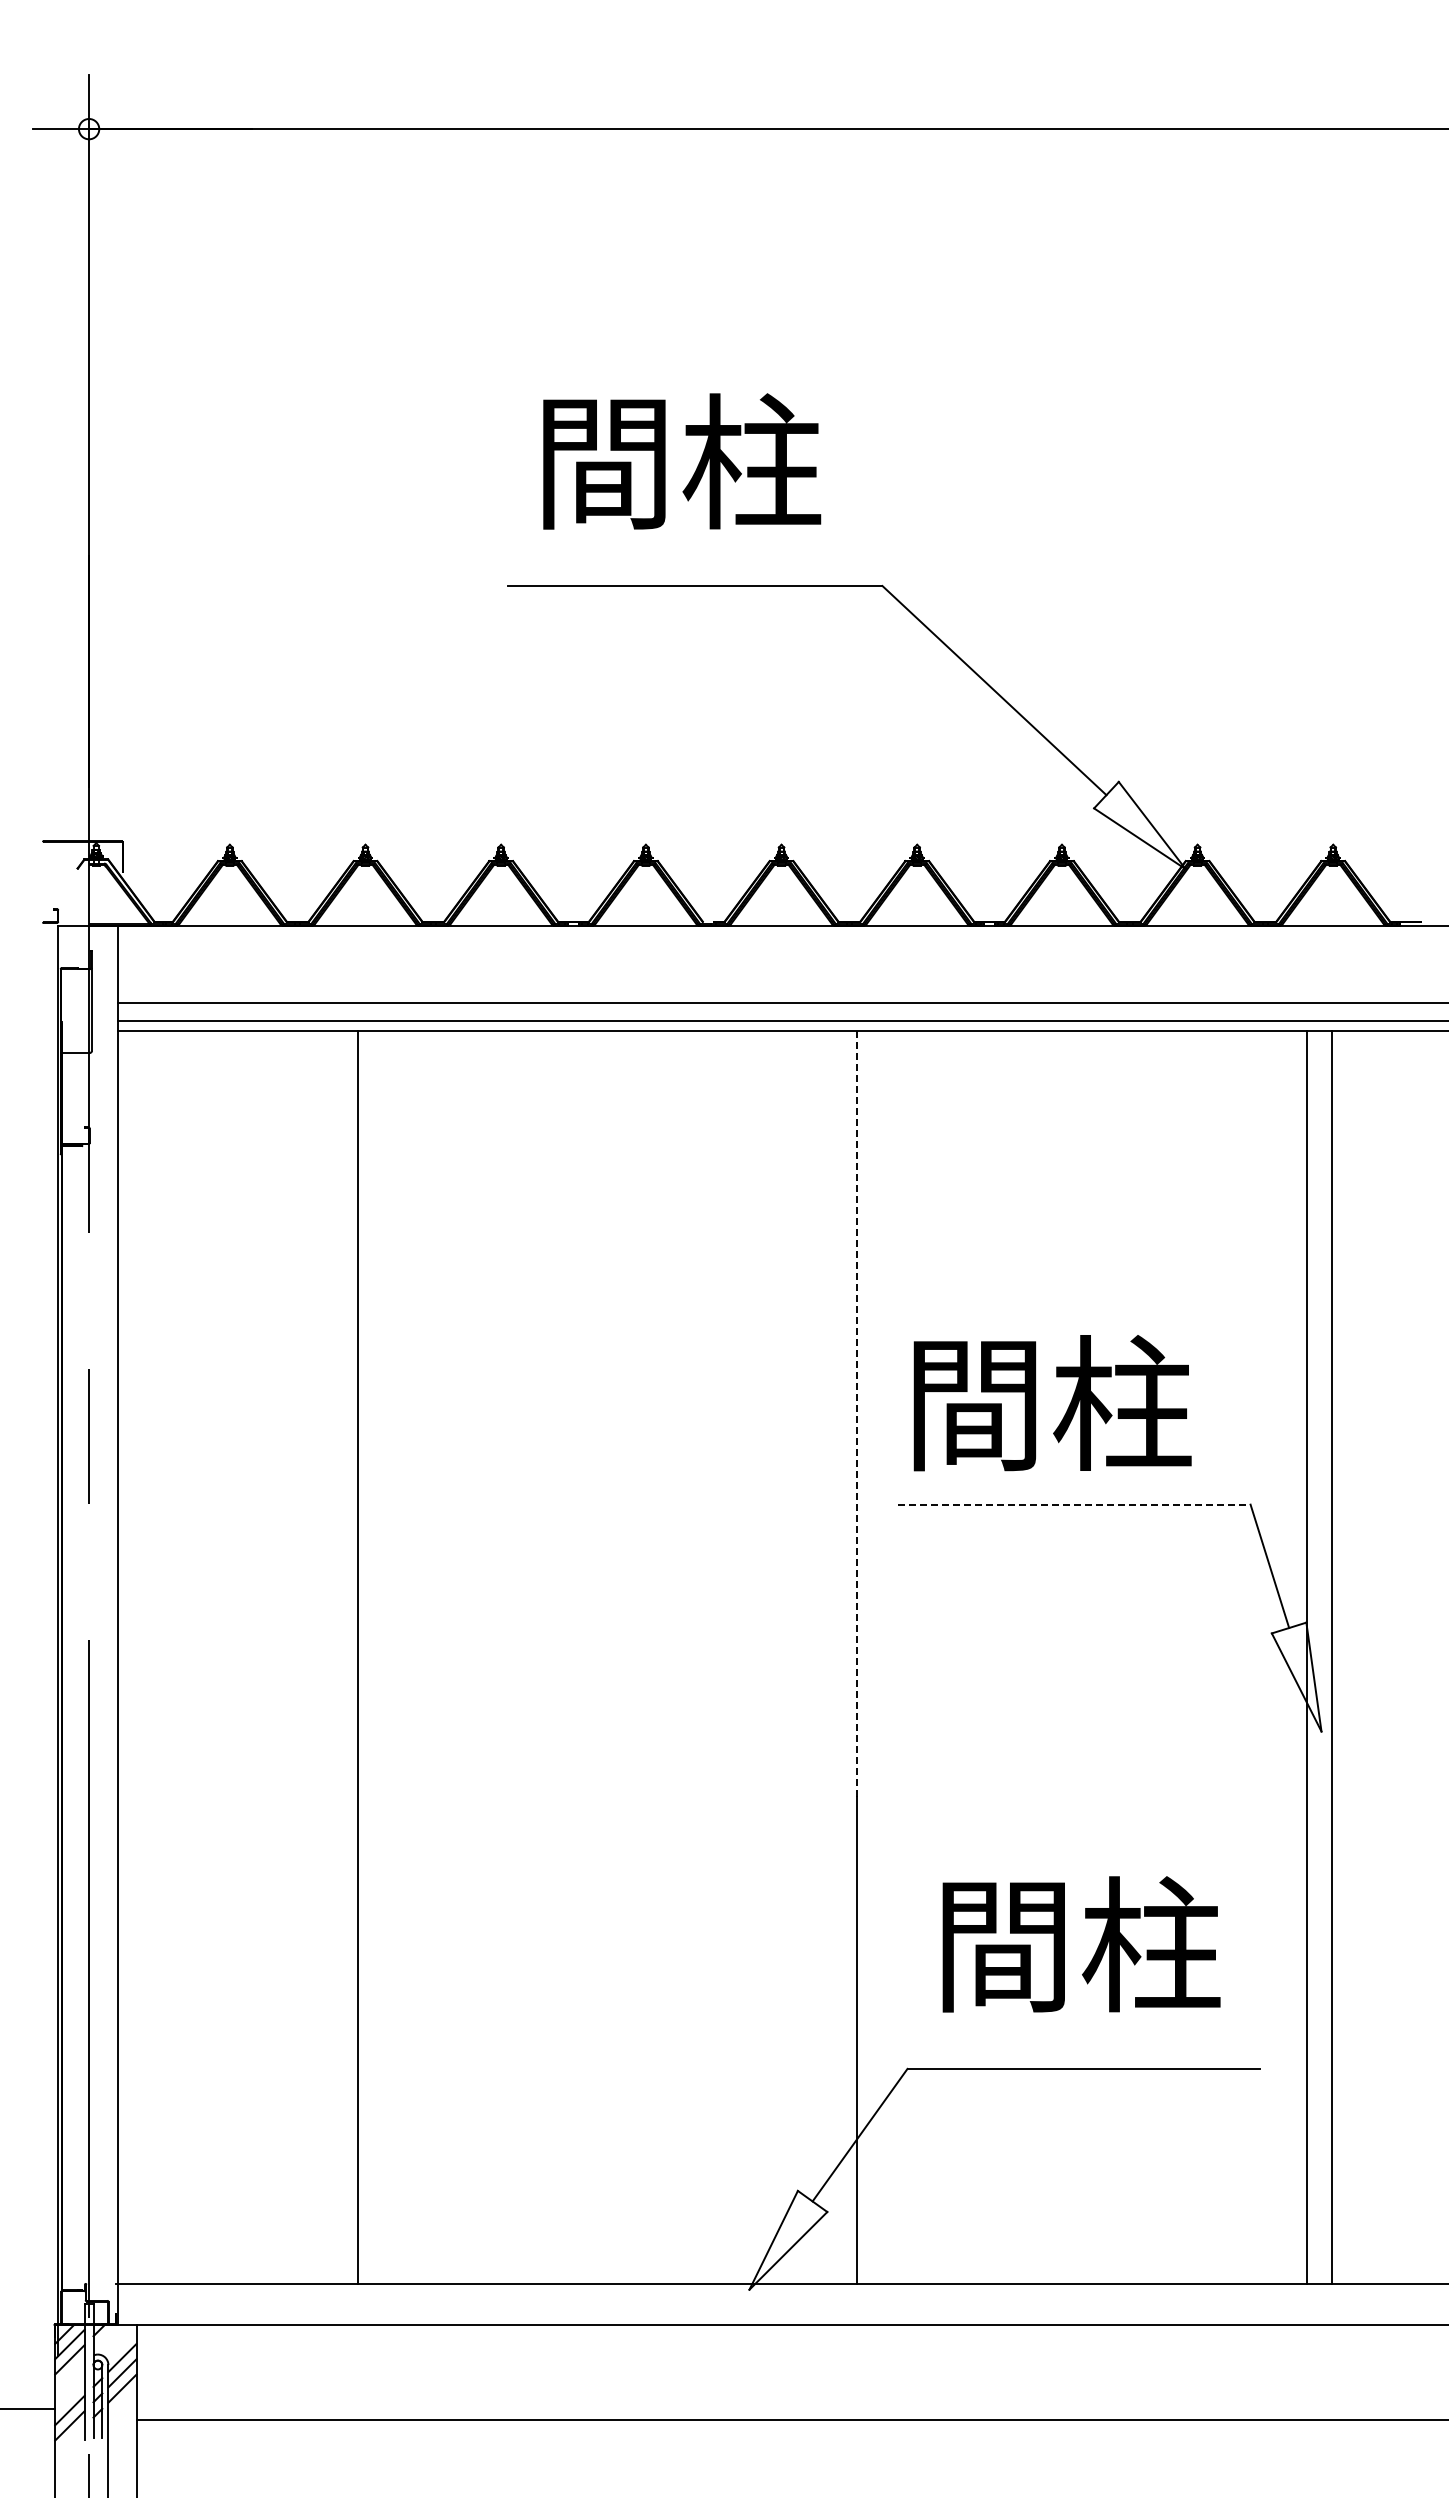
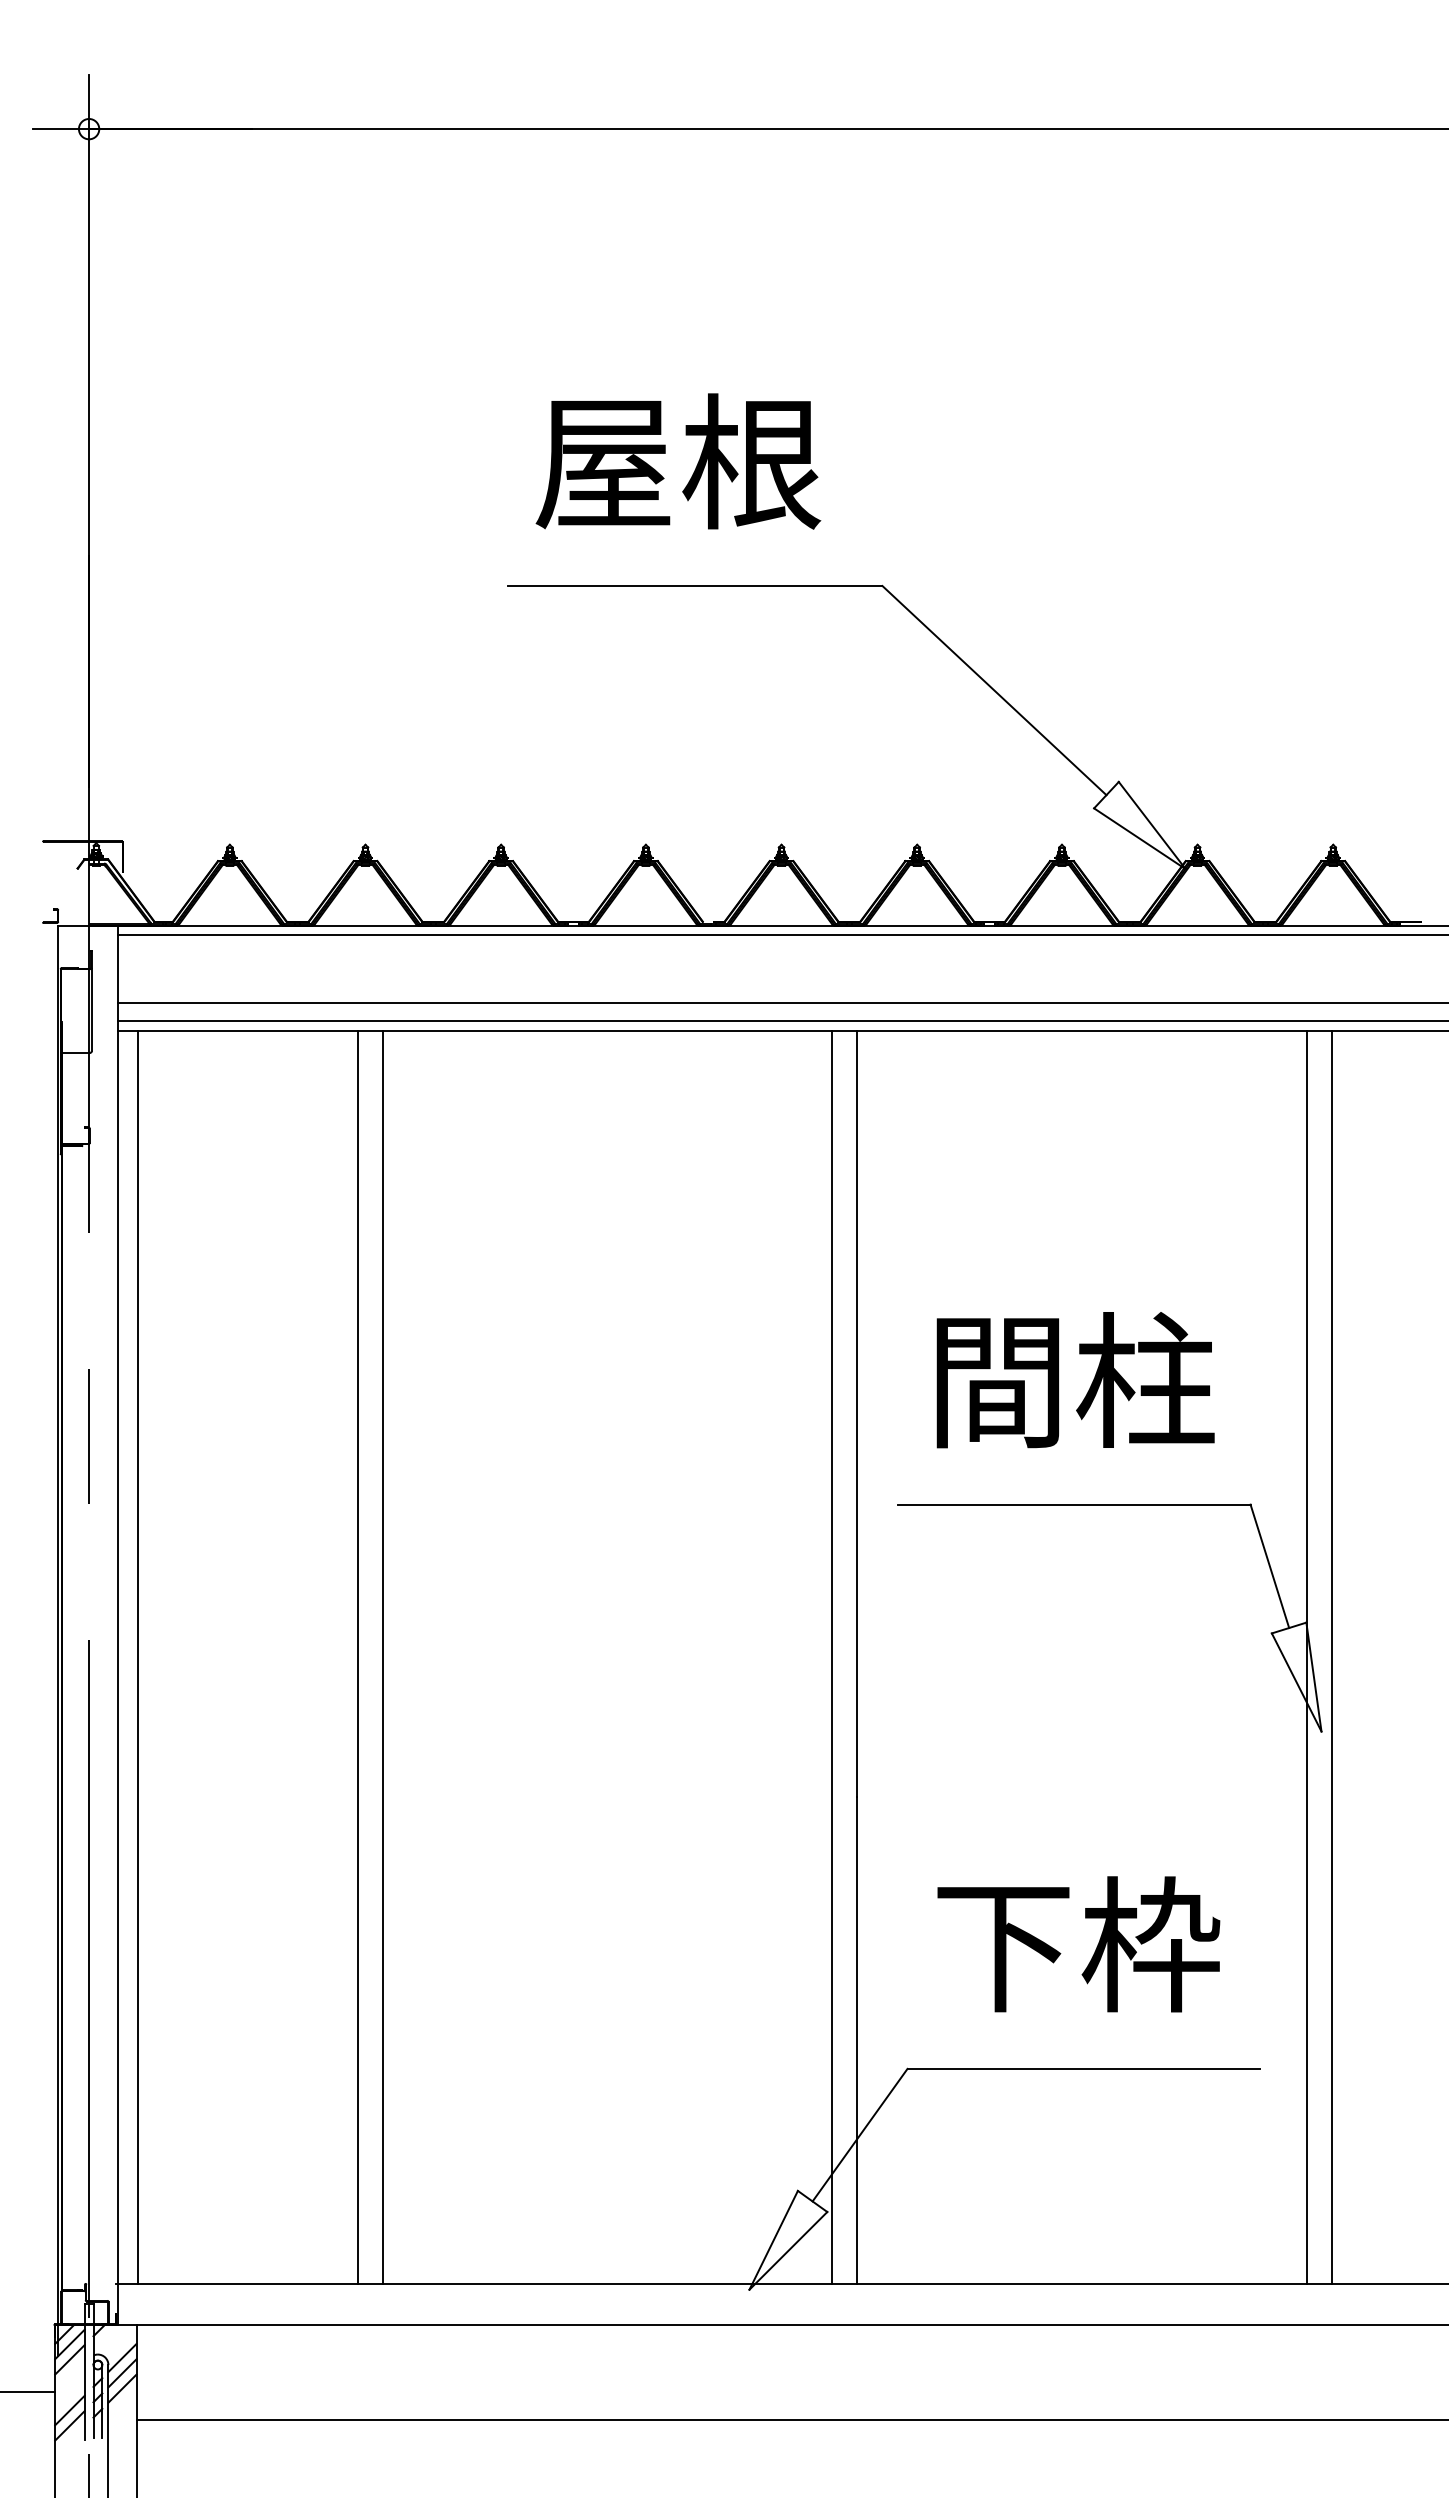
text at (678, 461): 間柱 -> 屋根
line at (781, 935): none -> present
text at (1052, 1403) position: (1052, 1403) -> (1075, 1380)
line at (857, 1414): dashed -> solid
line at (1074, 1504): dashed -> solid
line at (138, 1657): none -> present
line at (382, 1657): none -> present
line at (832, 1657): none -> present
text at (1078, 1944): 間柱 -> 下枠
line at (28, 2409) position: (28, 2409) -> (28, 2392)
